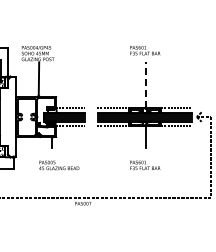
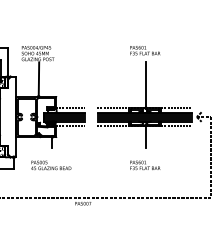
line at (146, 84): dashed -> solid
text at (59, 165) position: (59, 165) -> (51, 165)
